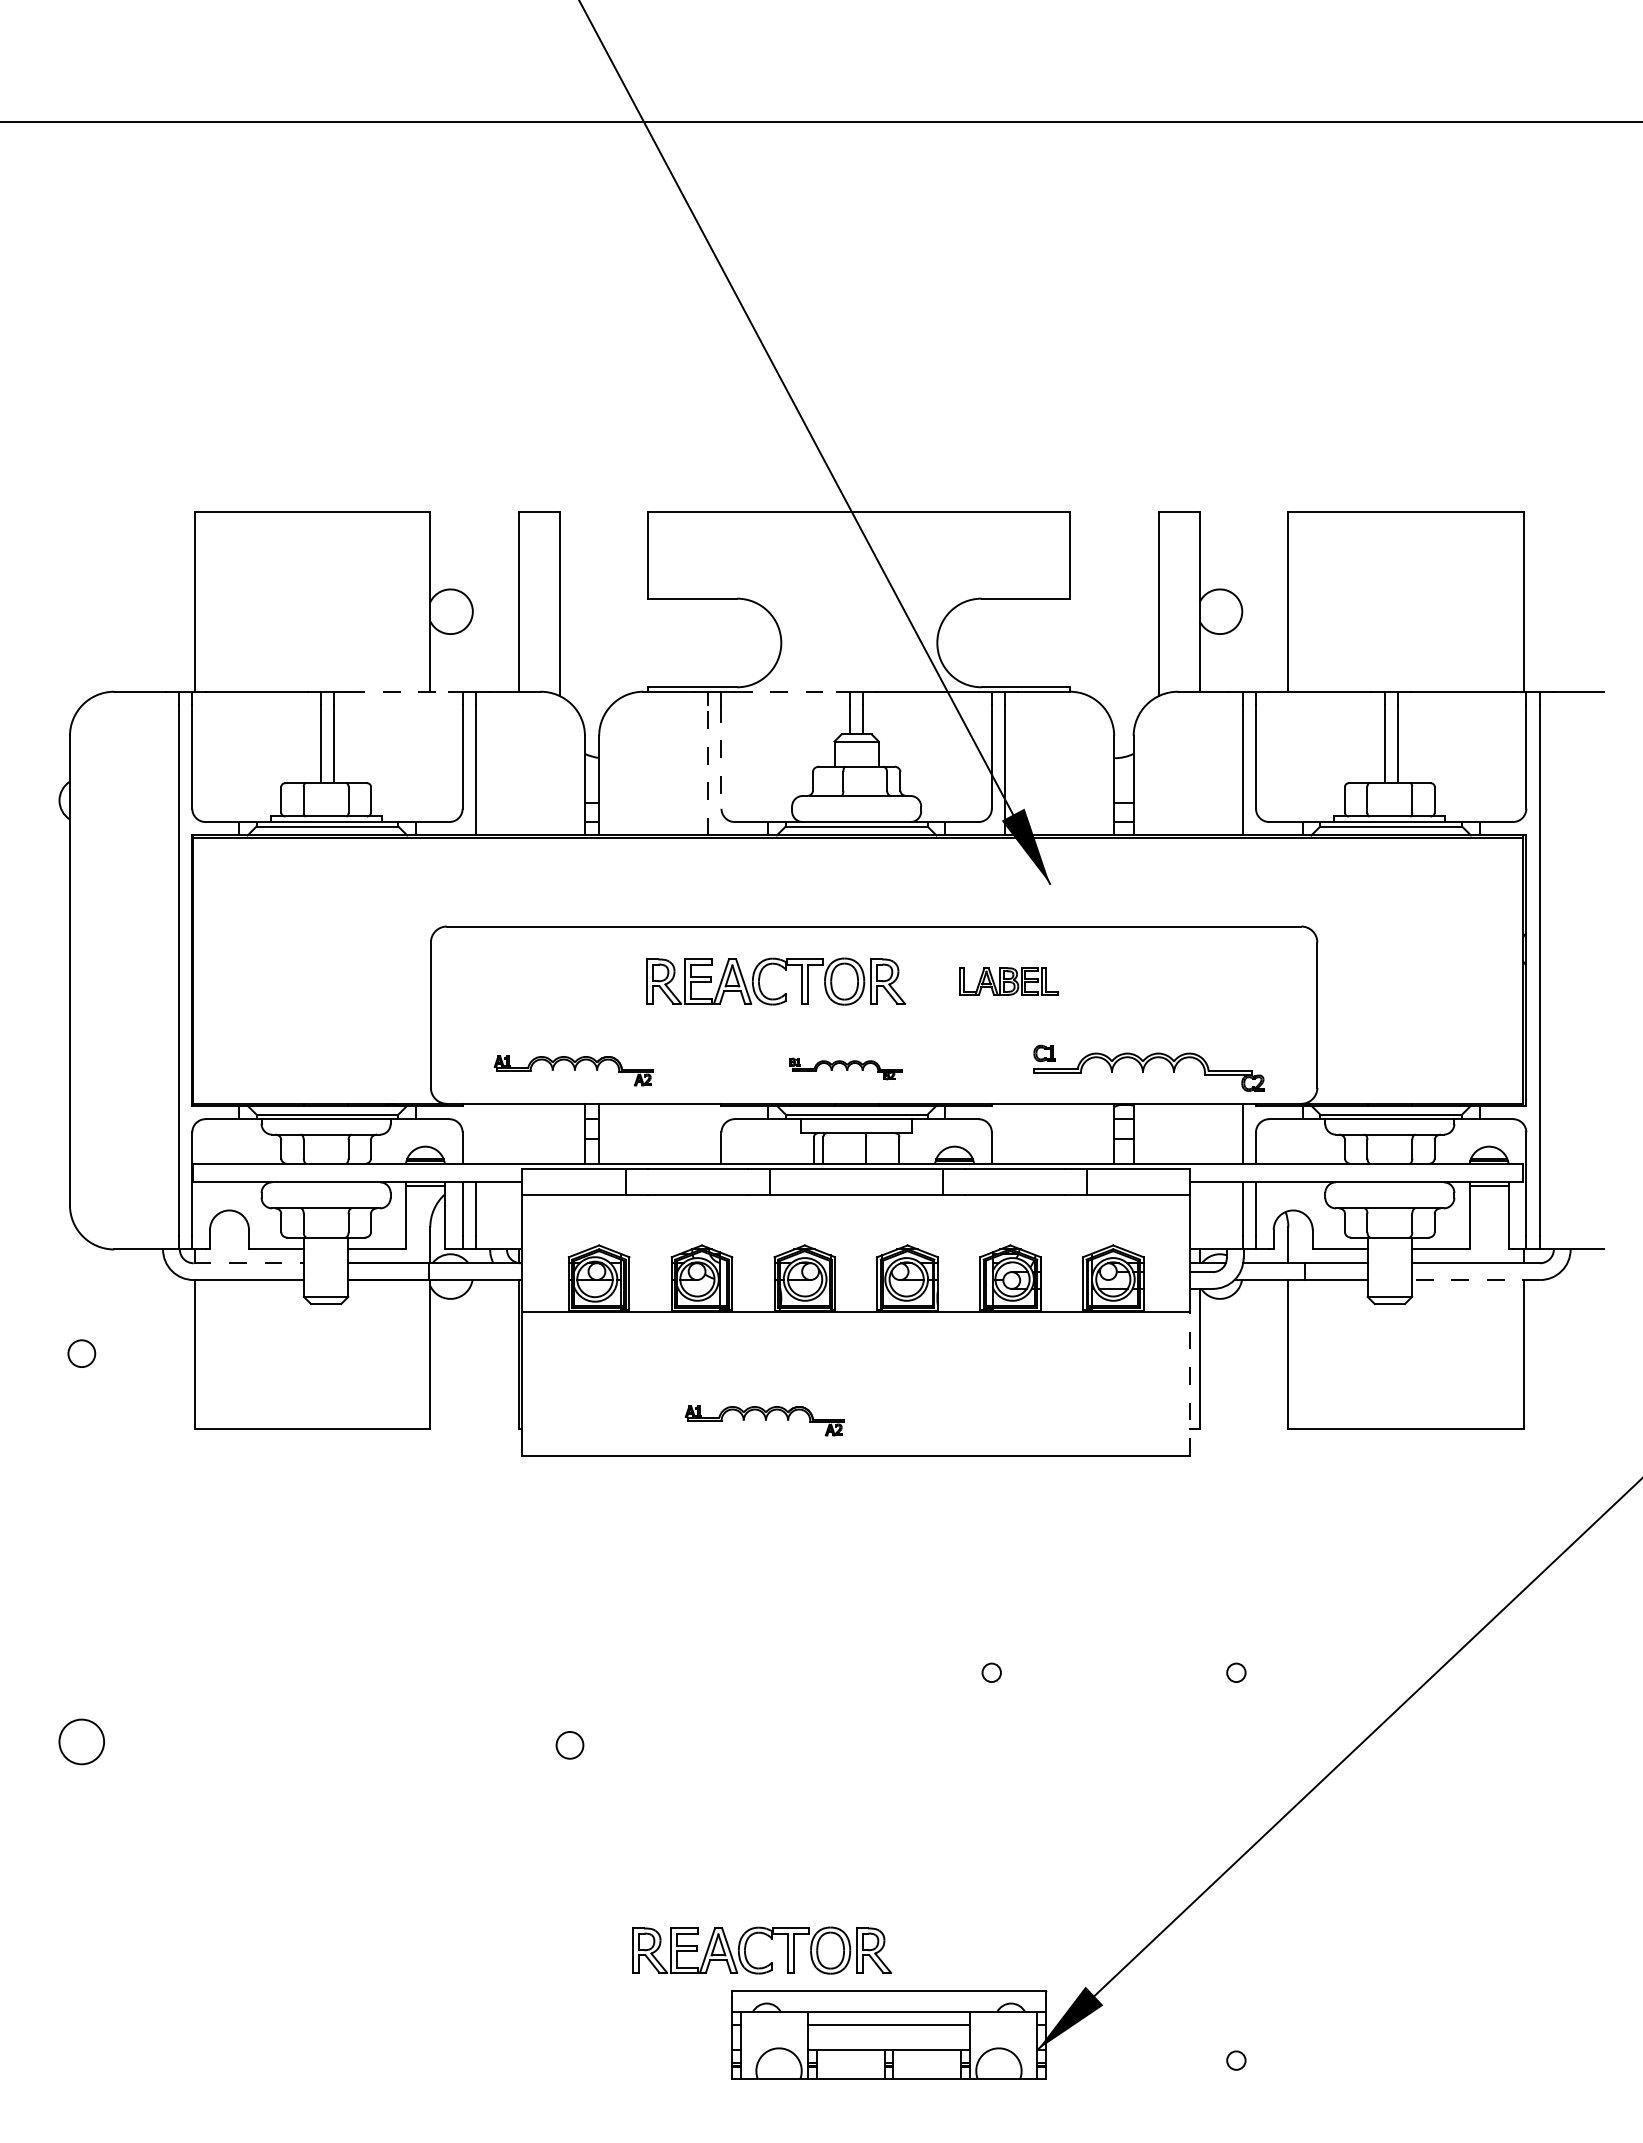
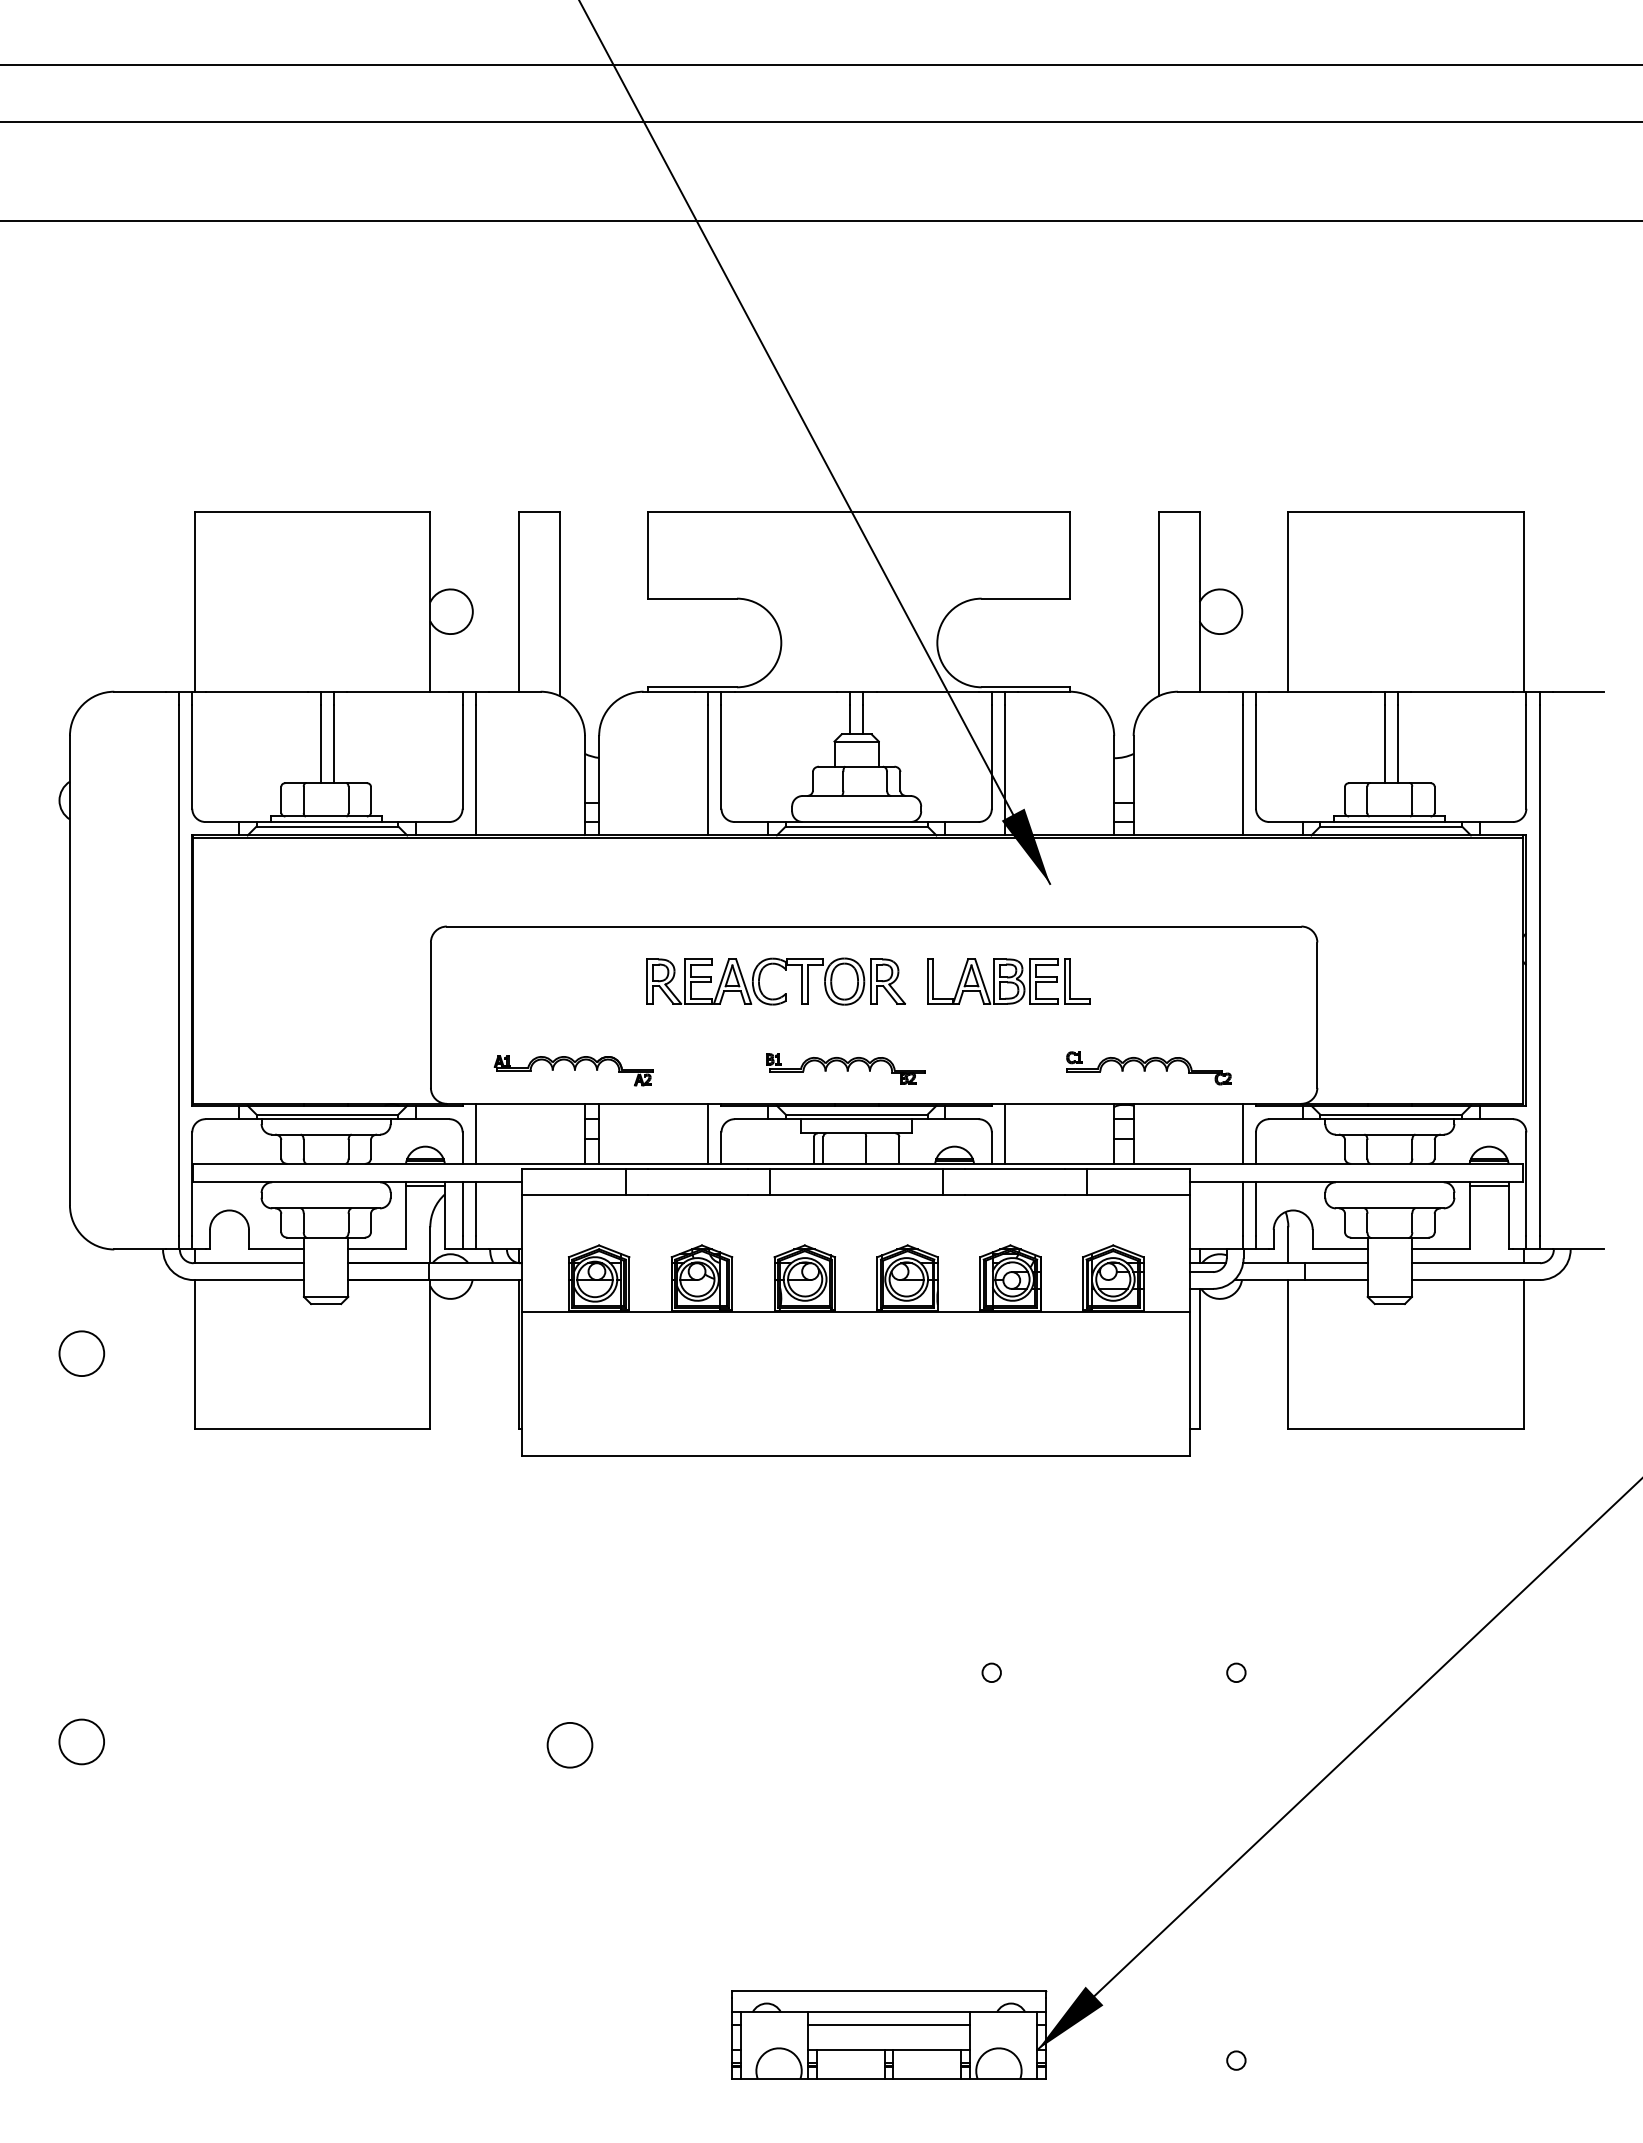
line at (820, 65): none -> present
line at (820, 221): none -> present
line at (398, 691): dashed -> solid
line at (785, 691): dashed -> solid
line at (721, 756): dashed -> solid
line at (708, 769): dashed -> solid
part at (1008, 981) size: 100x29 px -> 164x47 px
part at (1148, 1067) size: 232x48 px -> 166x35 px
part at (845, 1068) size: 114x24 px -> 160x32 px
line at (475, 1133): none -> present
line at (708, 1133): none -> present
line at (1005, 1133): none -> present
line at (249, 1263): dashed -> solid
line at (1475, 1280): dashed -> solid
circle at (81, 1353) diameter: 27 px -> 45 px
line at (1190, 1384): dashed -> solid
part at (764, 1420): present -> none
circle at (569, 1745) size: 30x29 px -> 48x47 px
part at (771, 1939): present -> none
